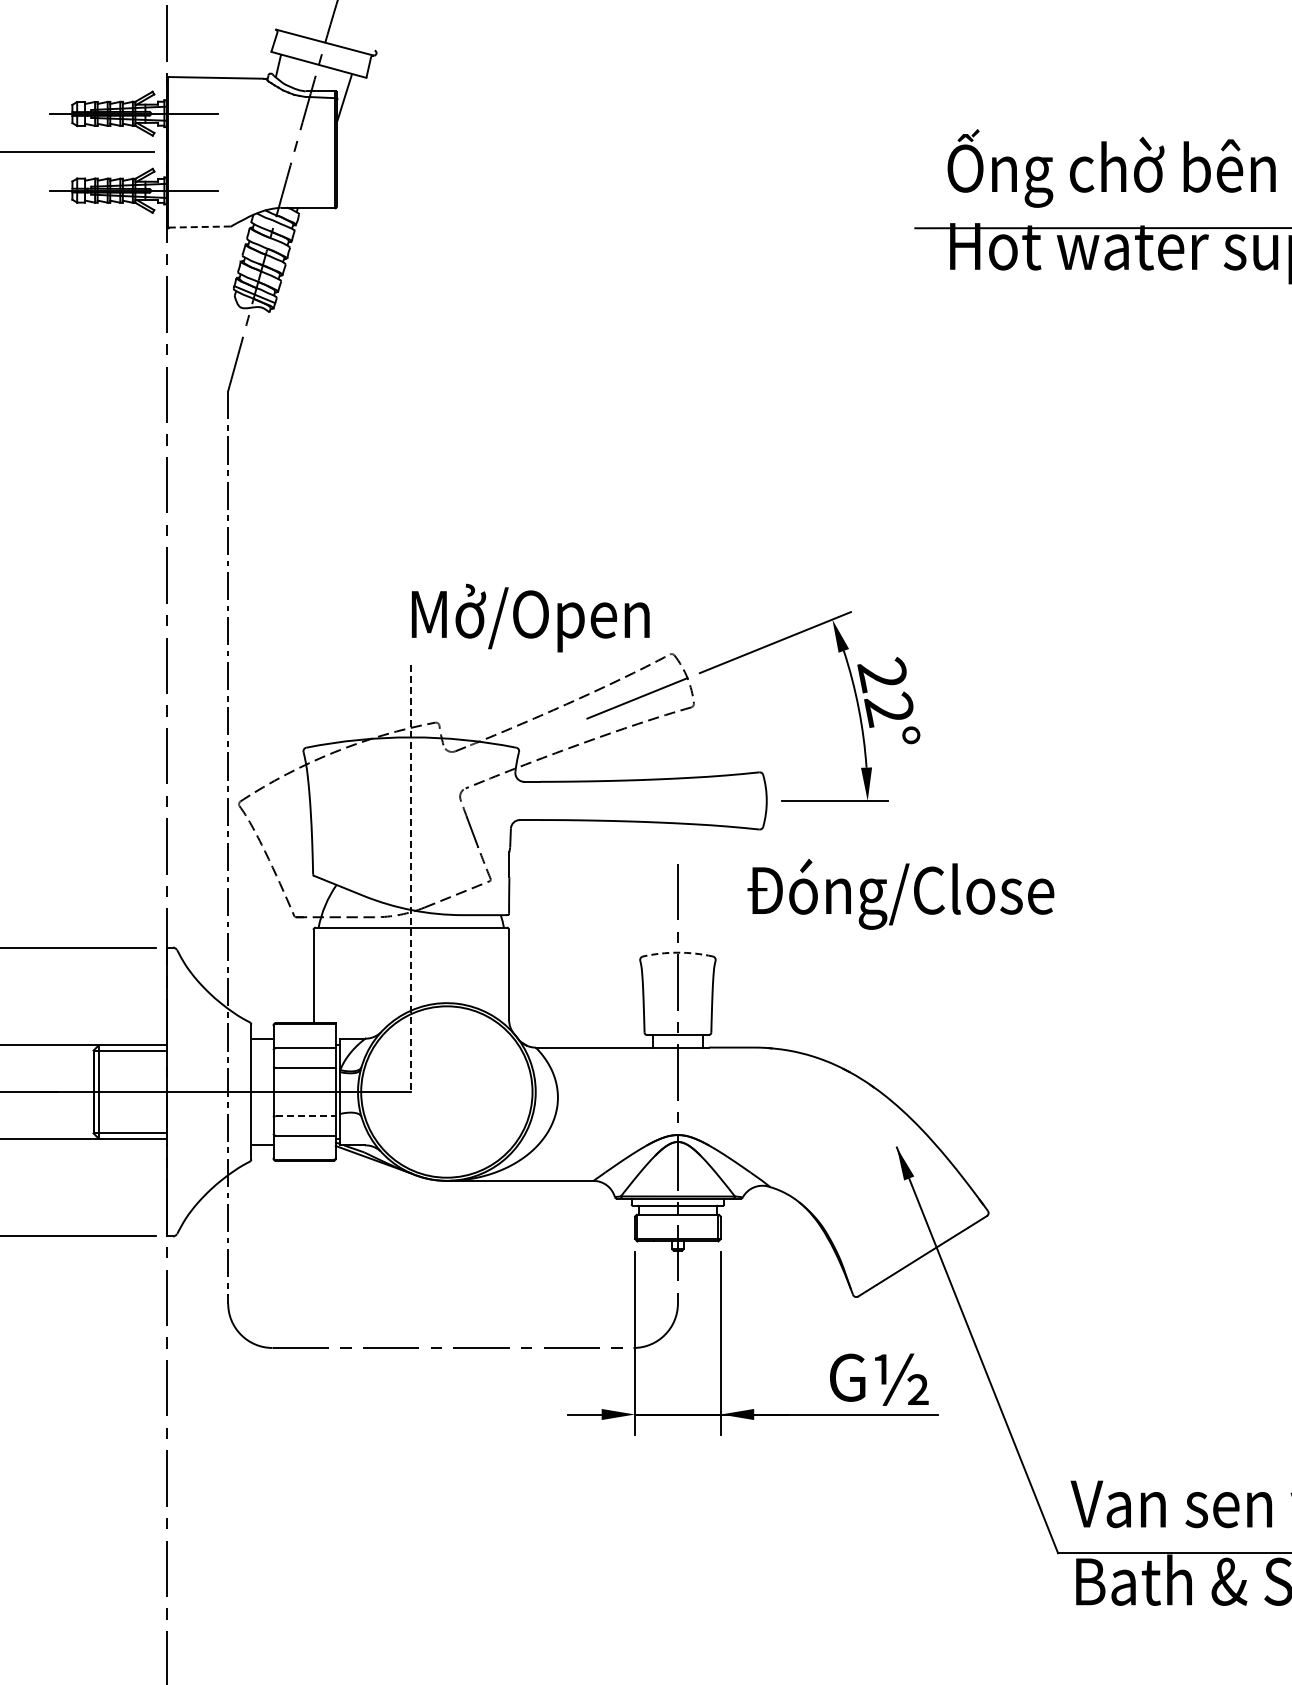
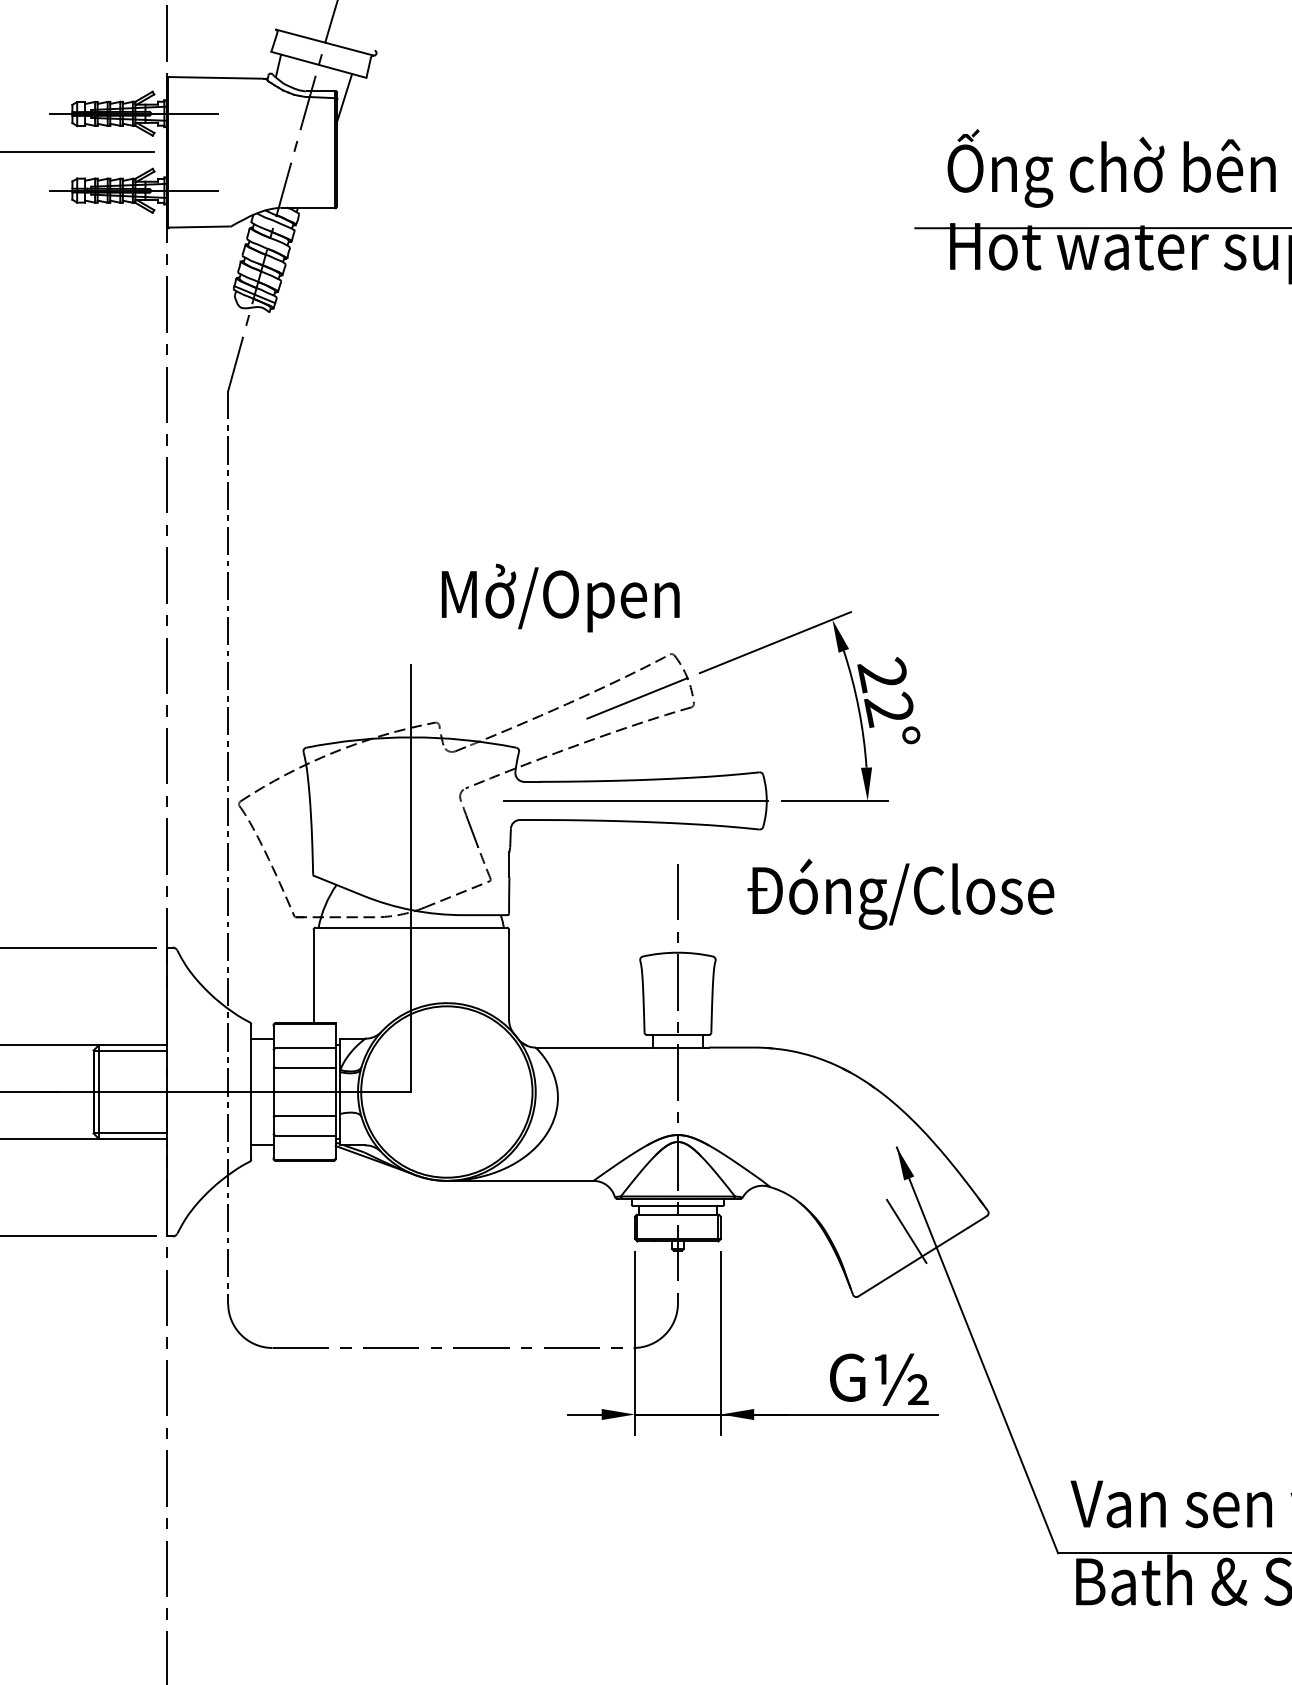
line at (199, 227): dashed -> solid
text at (530, 617) position: (530, 617) -> (560, 597)
line at (636, 800): none -> present
line at (411, 878): dashed -> solid
arc at (677, 952): dashed -> solid
line at (305, 1116): dashed -> solid
line at (906, 1230): none -> present
